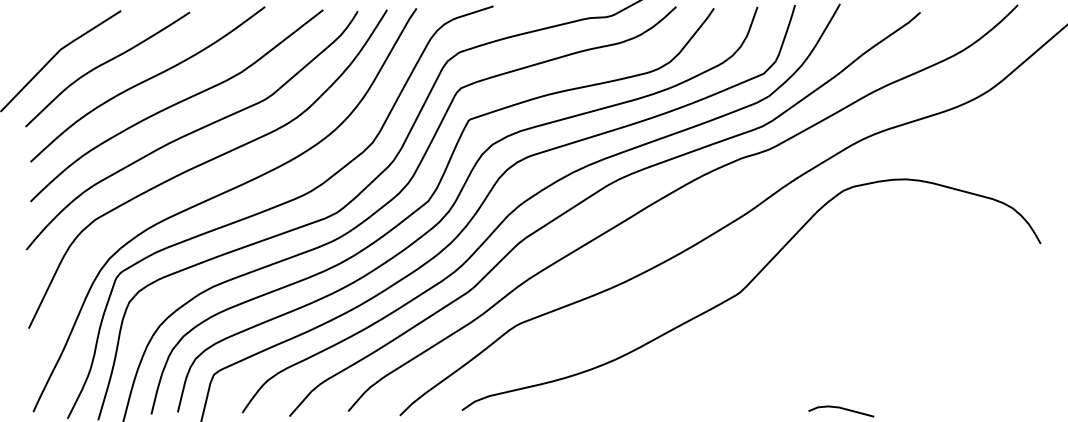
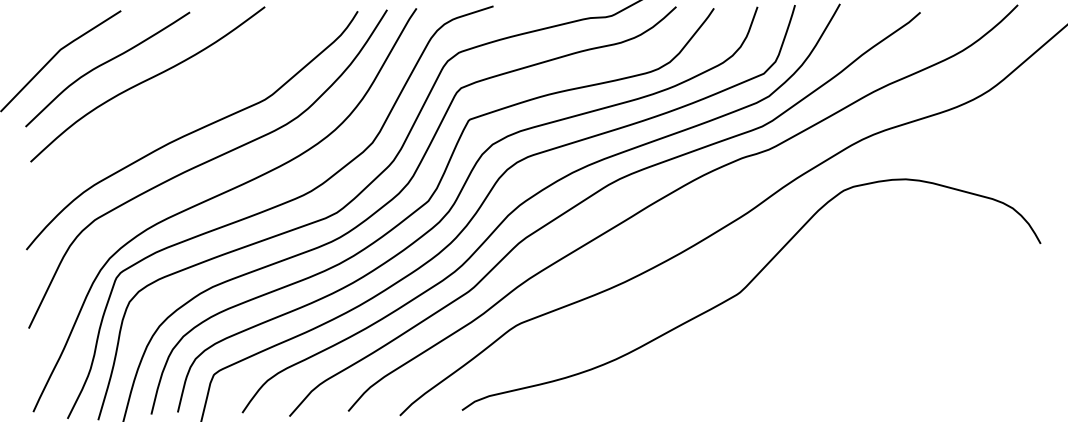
curve at (176, 104): present -> none
line at (842, 409): present -> none
